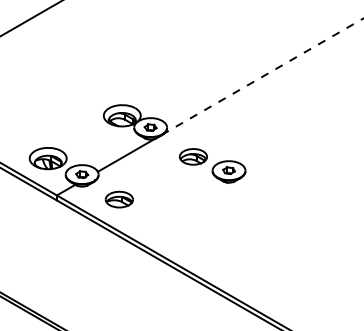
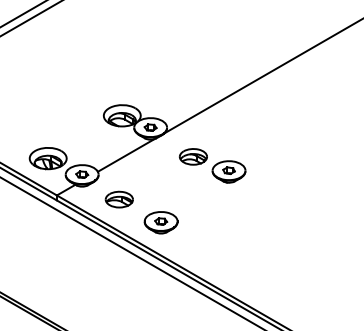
line at (22, 14): none -> present
line at (264, 75): dashed -> solid
part at (160, 222): none -> present
line at (131, 252): none -> present
